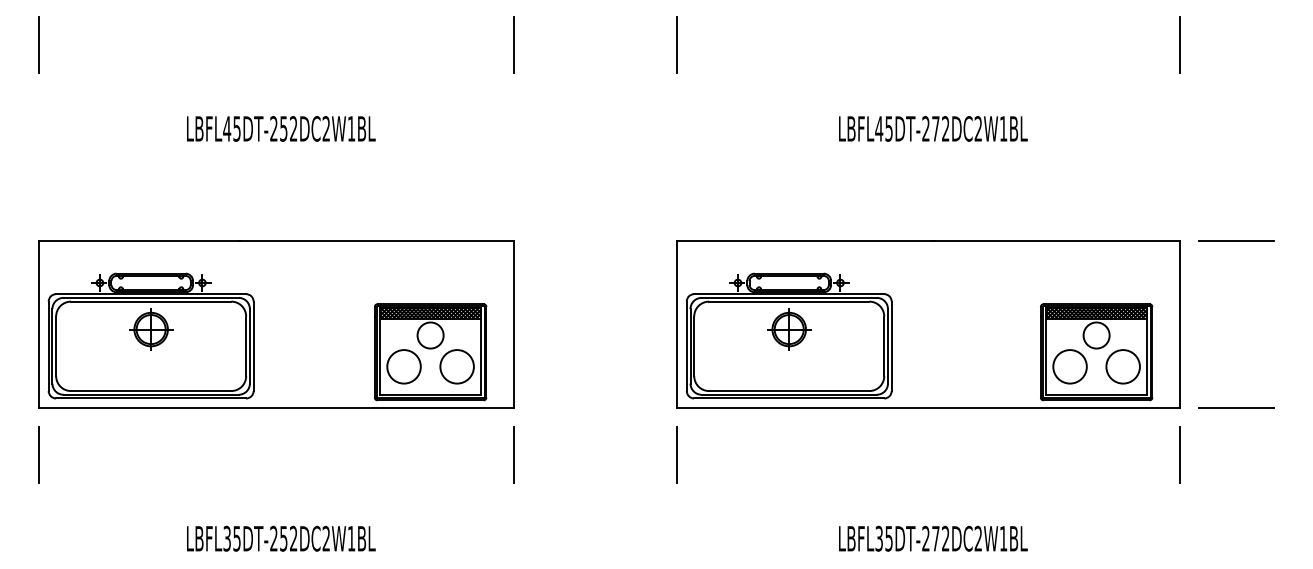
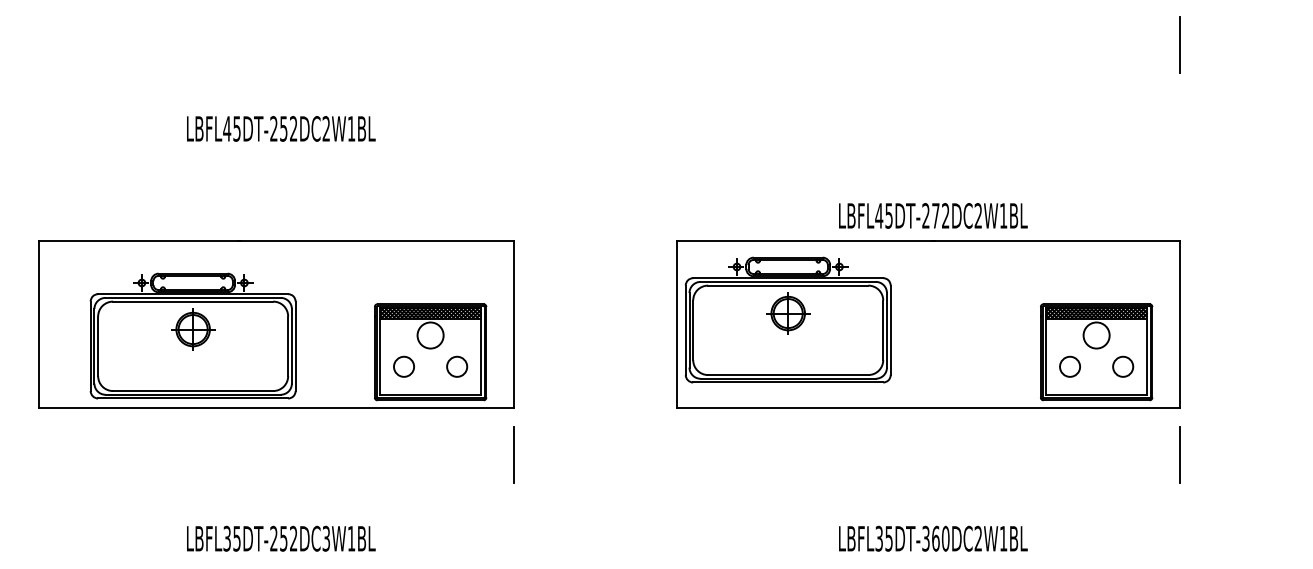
line at (39, 45): present -> none
line at (514, 45): present -> none
line at (677, 45): present -> none
text at (933, 128) position: (933, 128) -> (933, 215)
line at (1236, 240): present -> none
part at (150, 335) position: (150, 335) -> (192, 335)
part at (788, 335) position: (788, 335) -> (787, 319)
circle at (403, 366) diameter: 34 px -> 20 px
circle at (456, 366) diameter: 34 px -> 20 px
circle at (1069, 366) diameter: 34 px -> 20 px
circle at (1122, 366) diameter: 34 px -> 20 px
line at (1236, 408): present -> none
line at (39, 454): present -> none
line at (677, 454): present -> none
text at (325, 538): LBFL35DT-252DC2W1BL -> LBFL35DT-252DC3W1BL
text at (935, 538): LBFL35DT-272DC2W1BL -> LBFL35DT-360DC2W1BL
